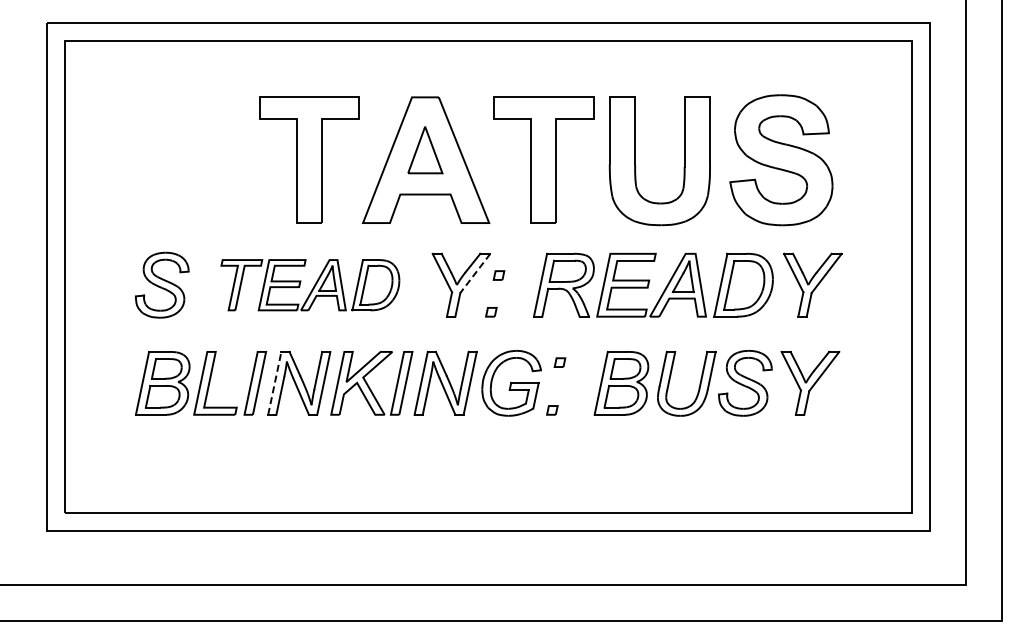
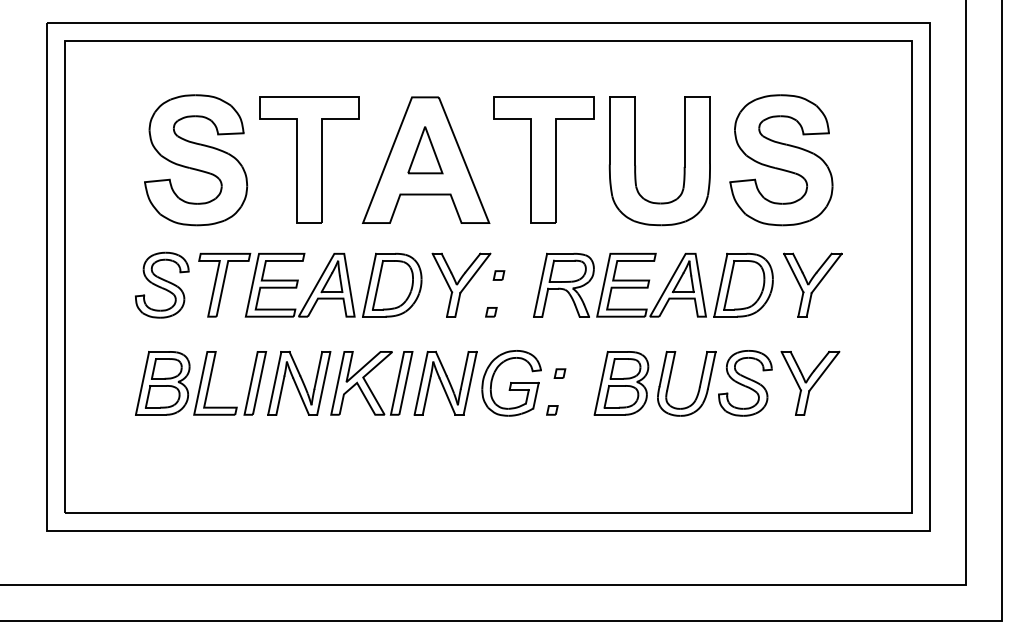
part at (196, 160): none -> present
line at (475, 273): dashed -> solid
part at (310, 285) size: 181x53 px -> 225x66 px
part at (559, 362) position: (559, 362) -> (559, 373)
line at (274, 382): dashed -> solid
